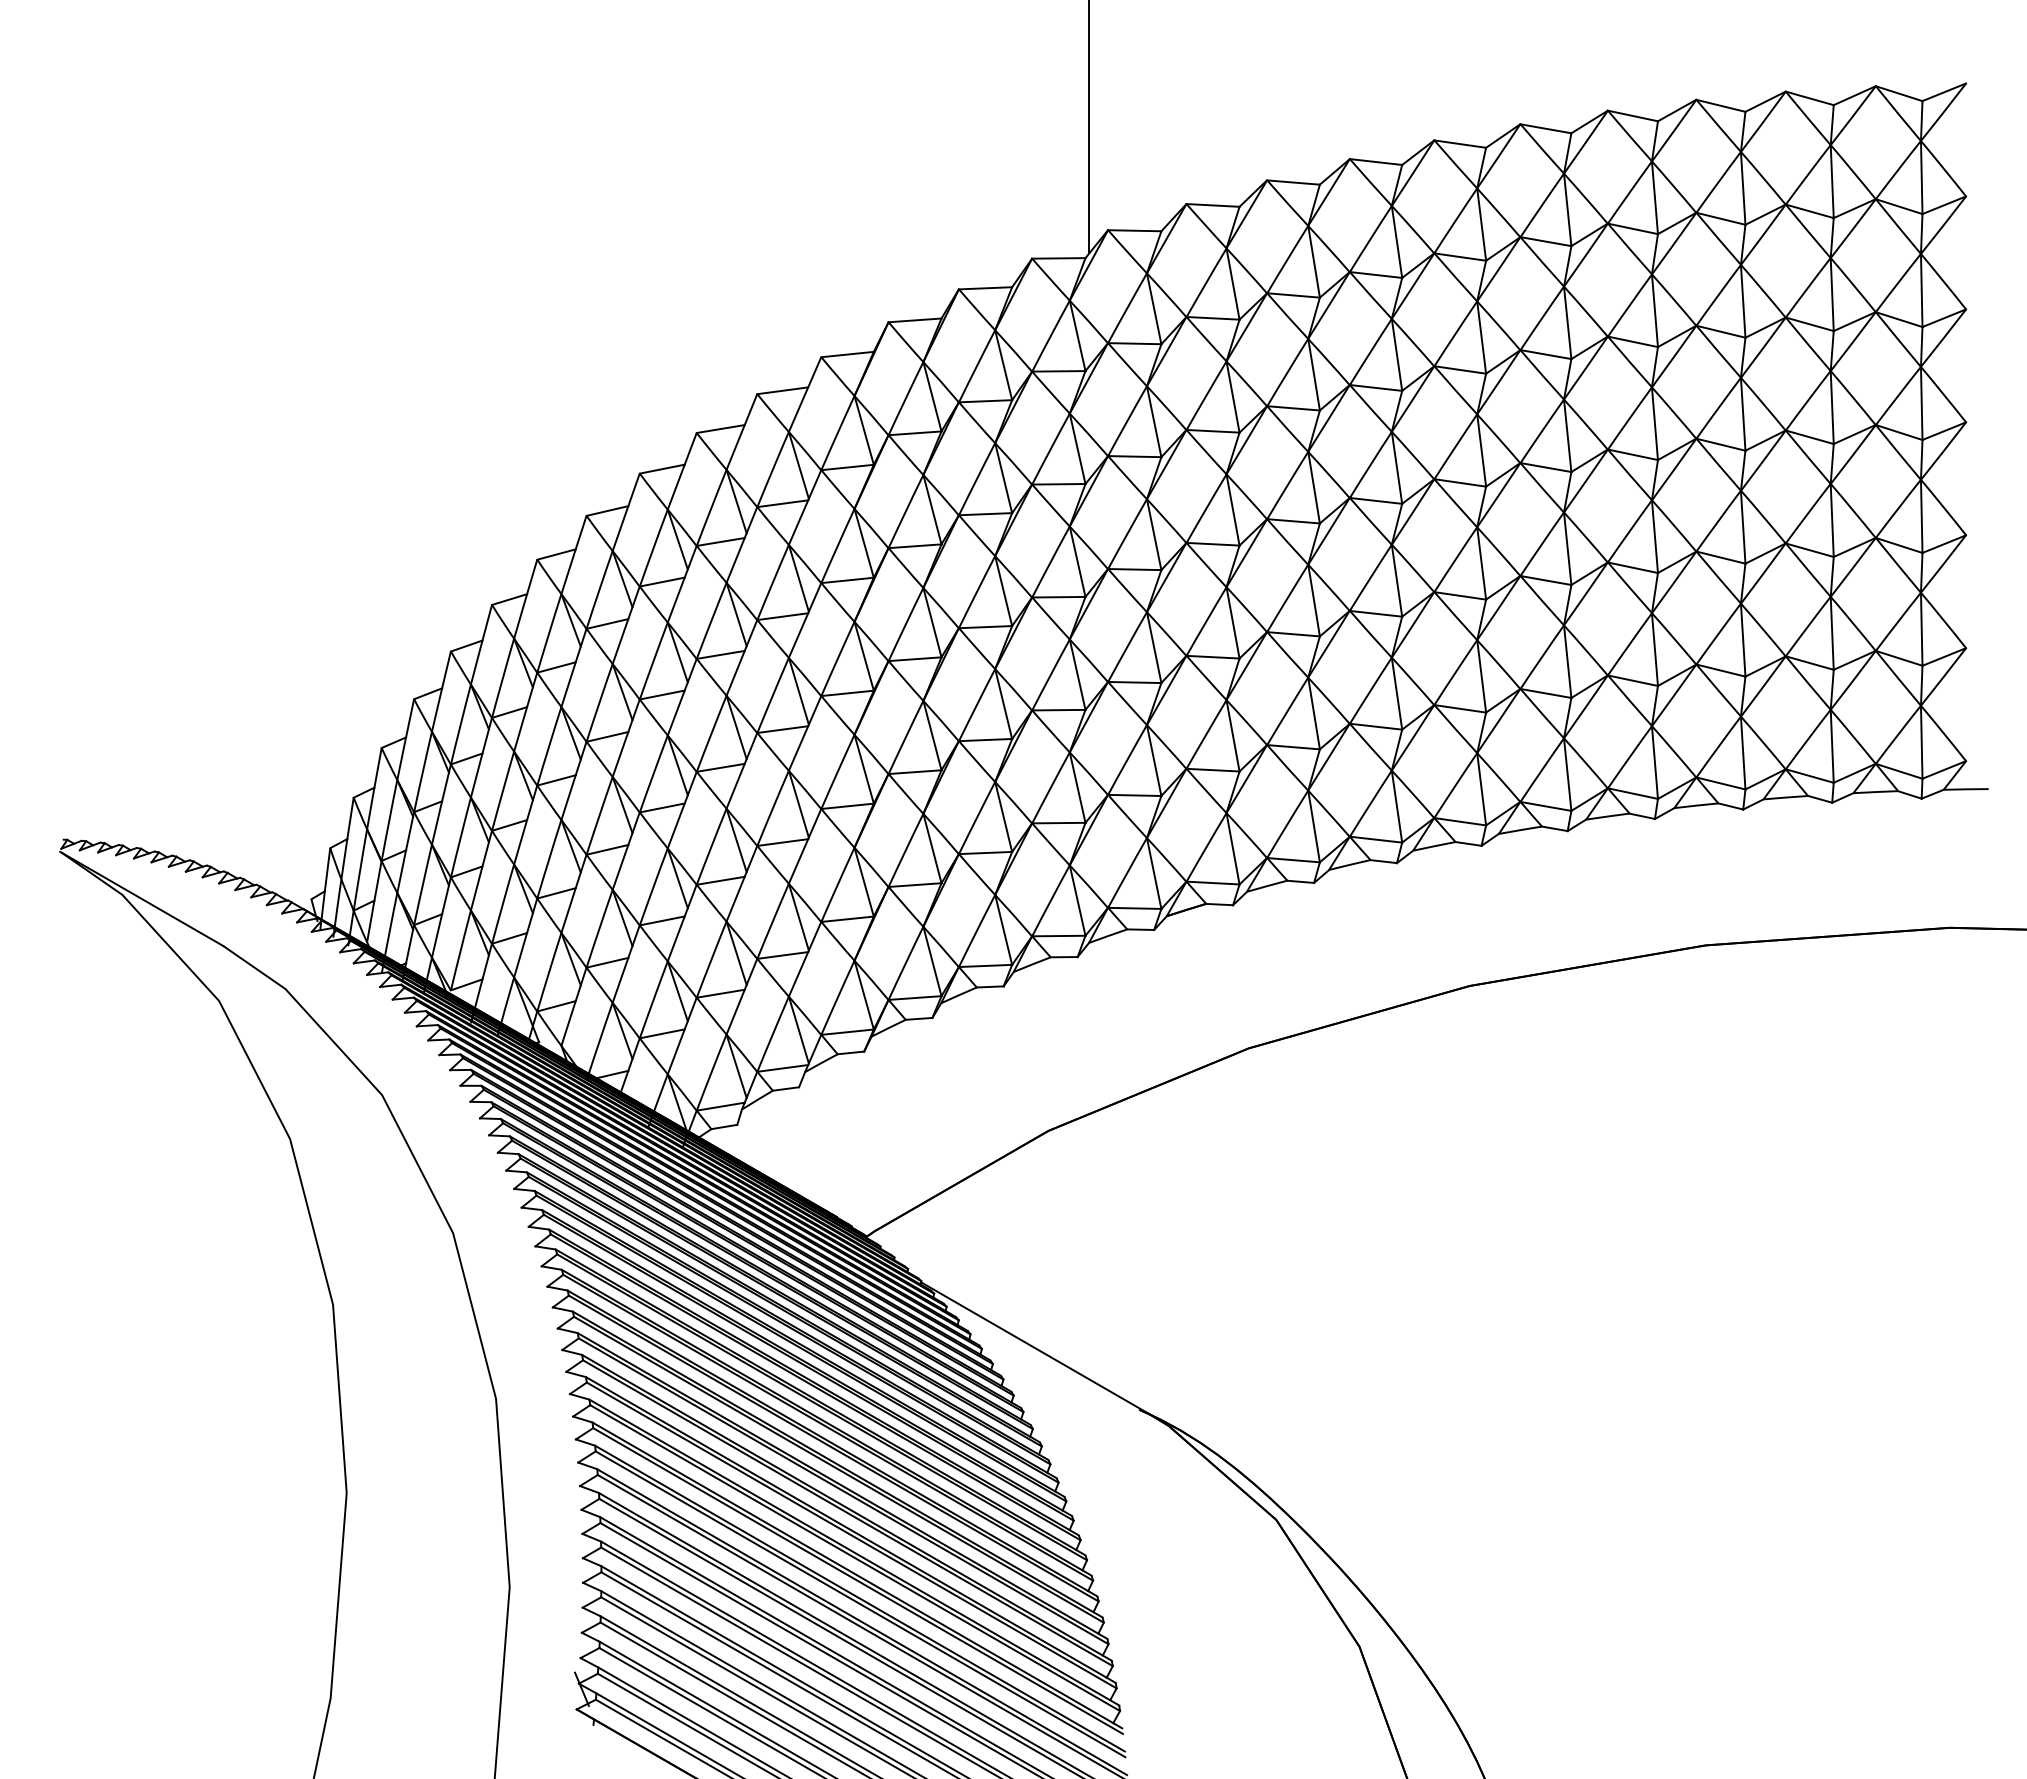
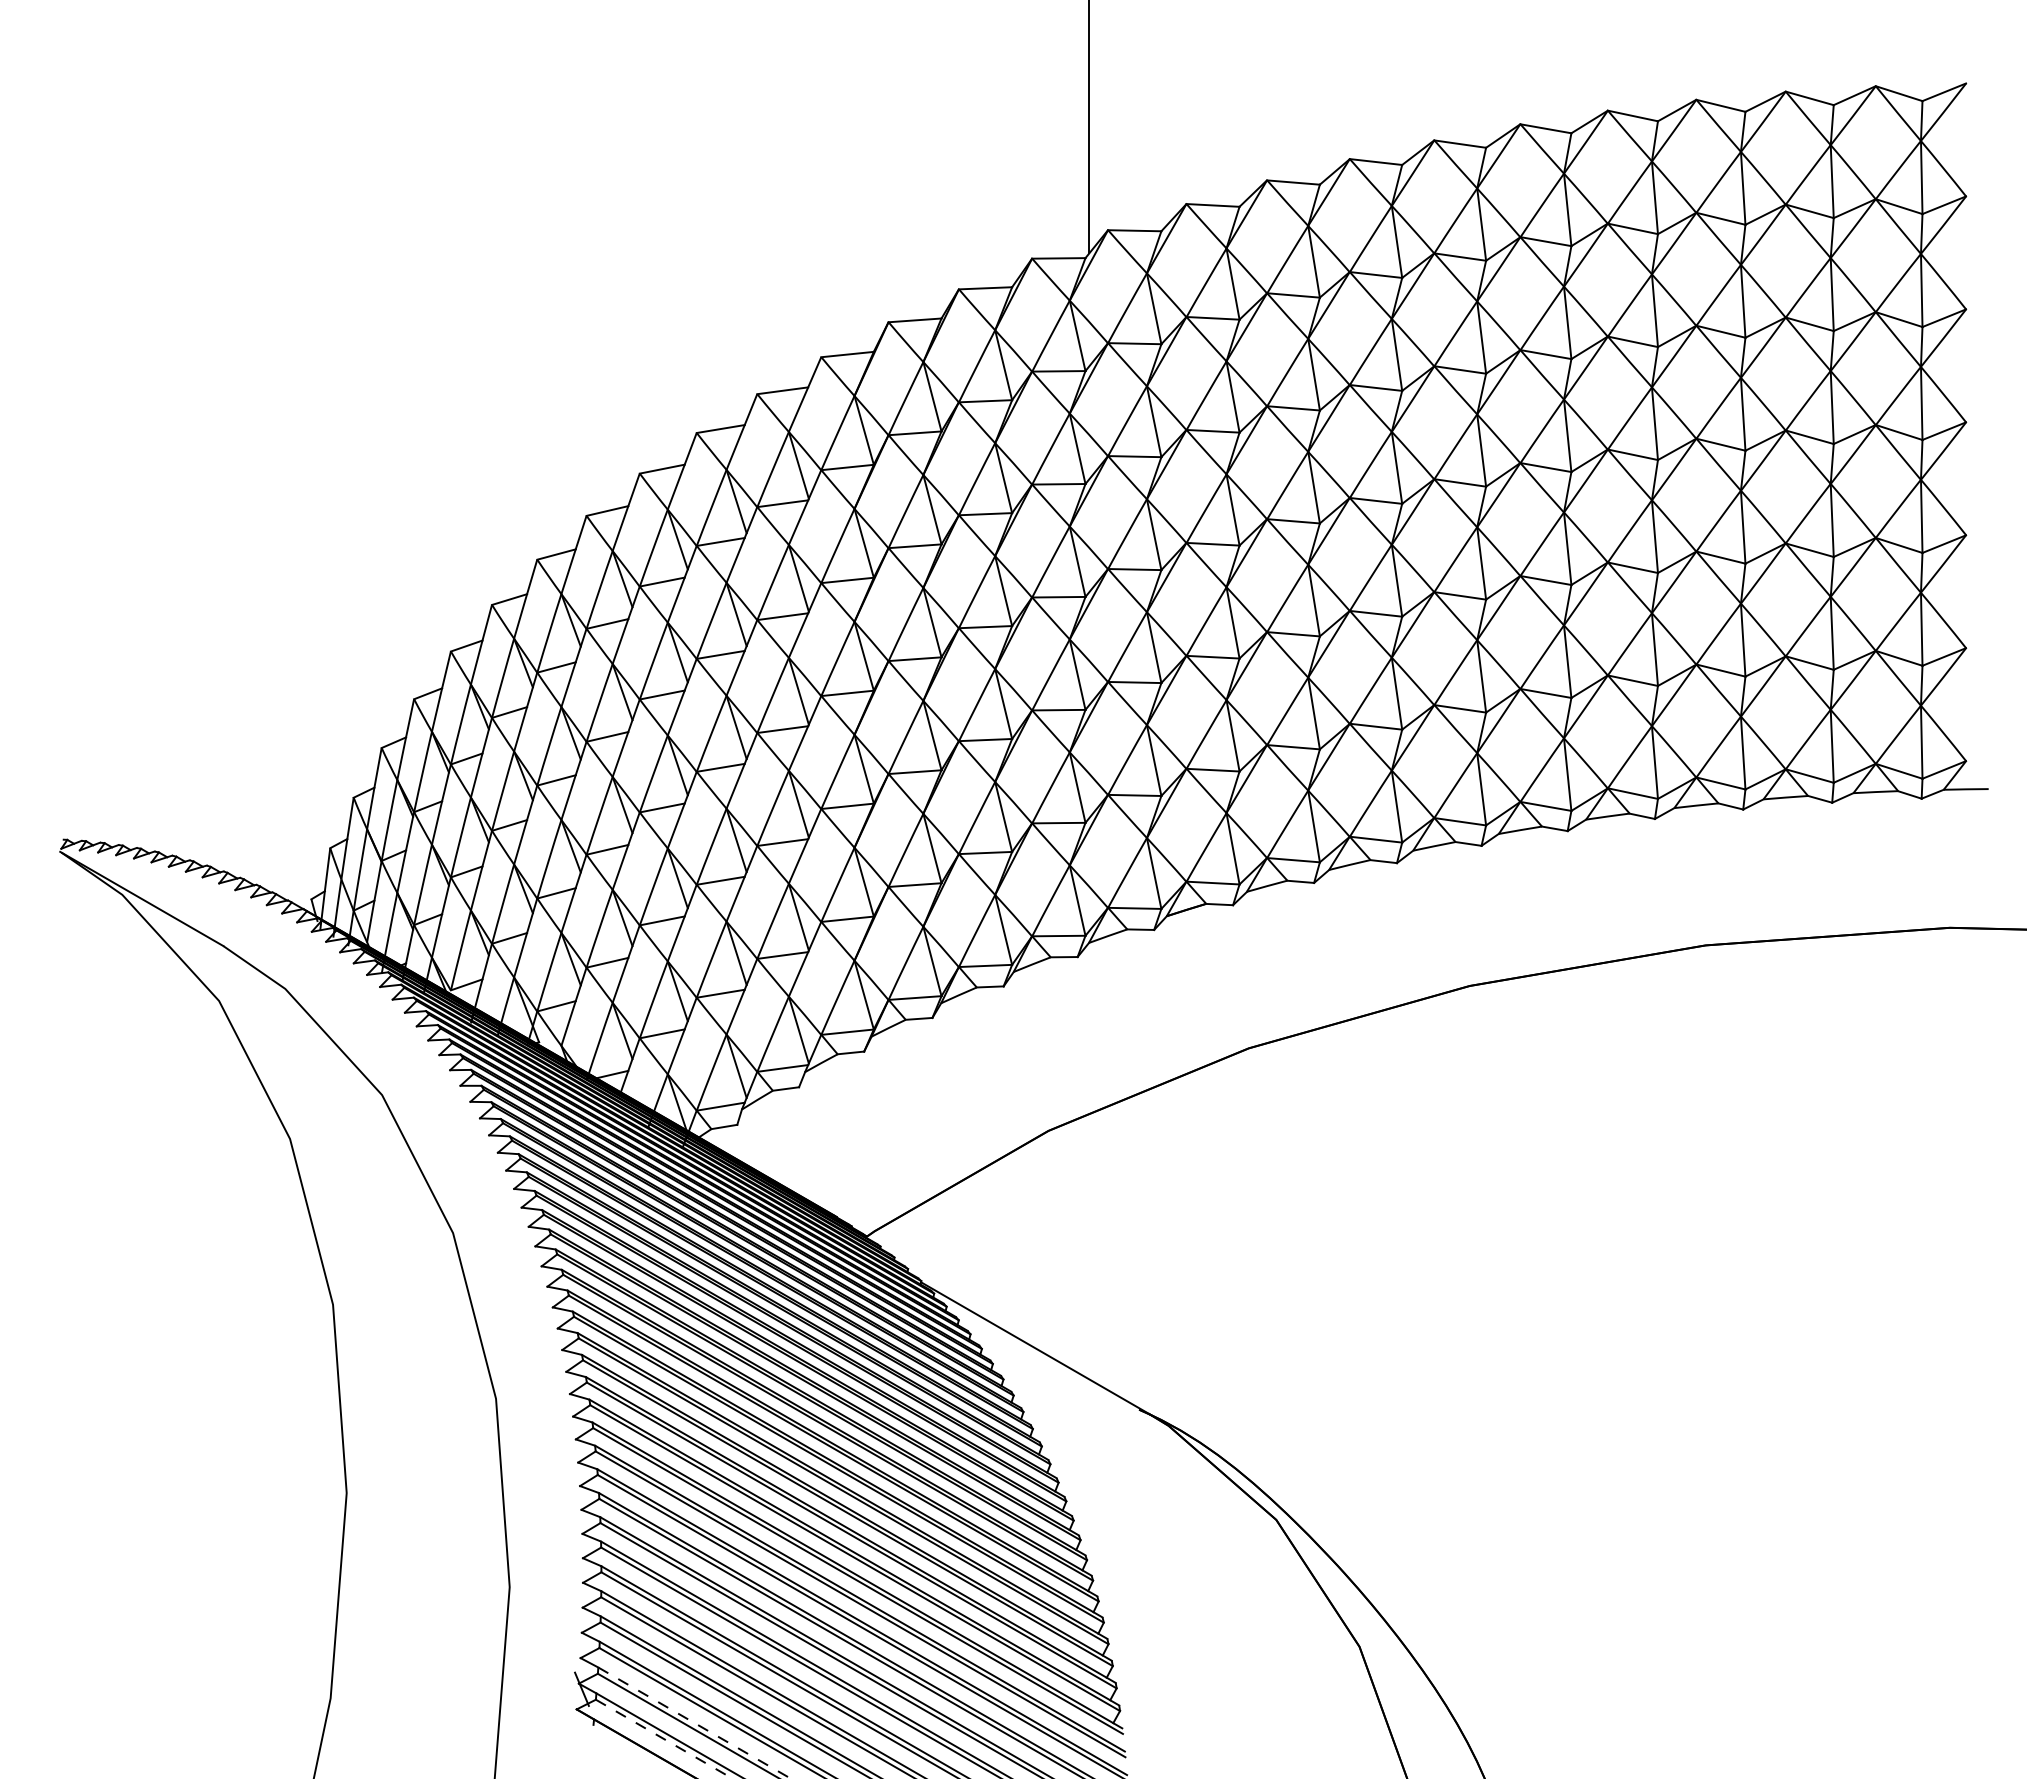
line at (695, 1723): solid -> dashed
line at (664, 1739): solid -> dashed
